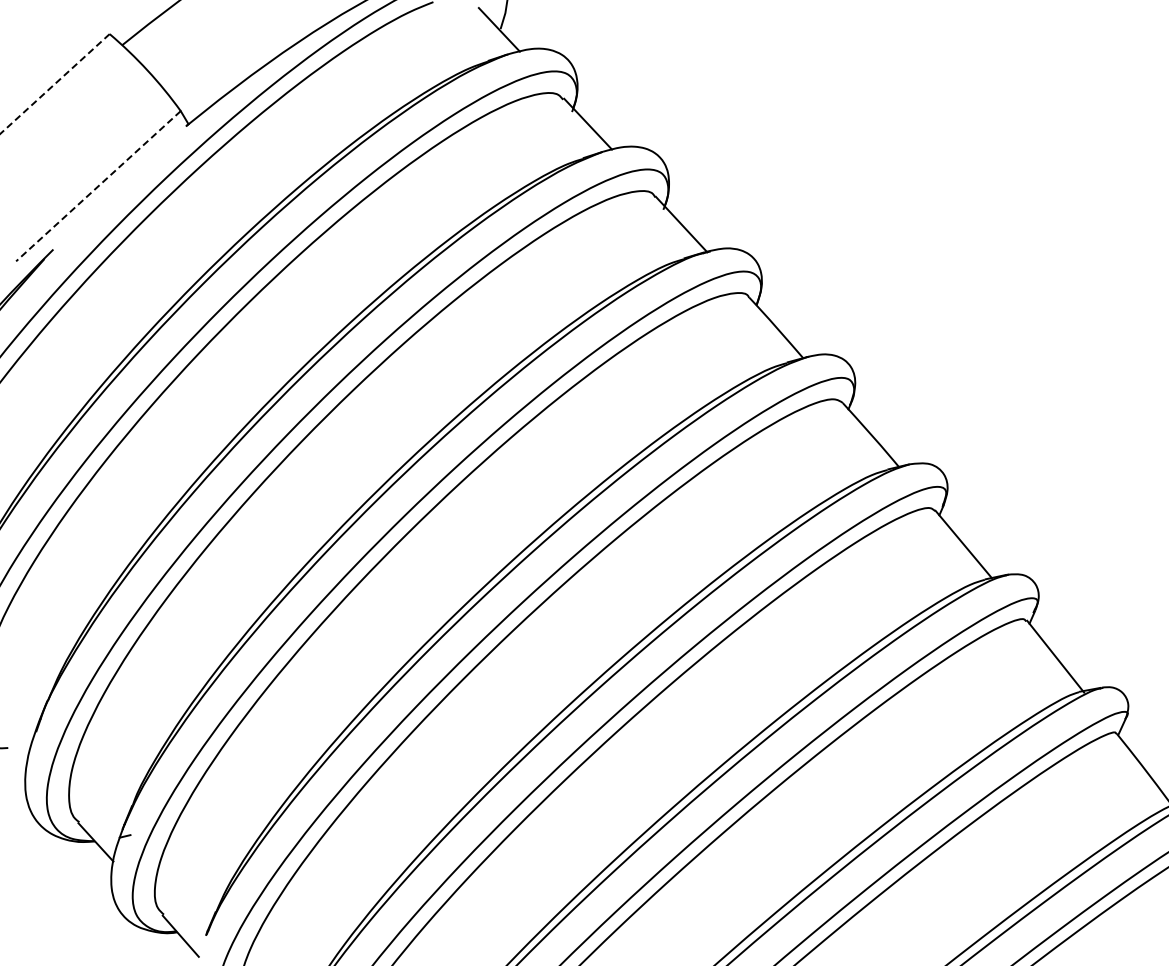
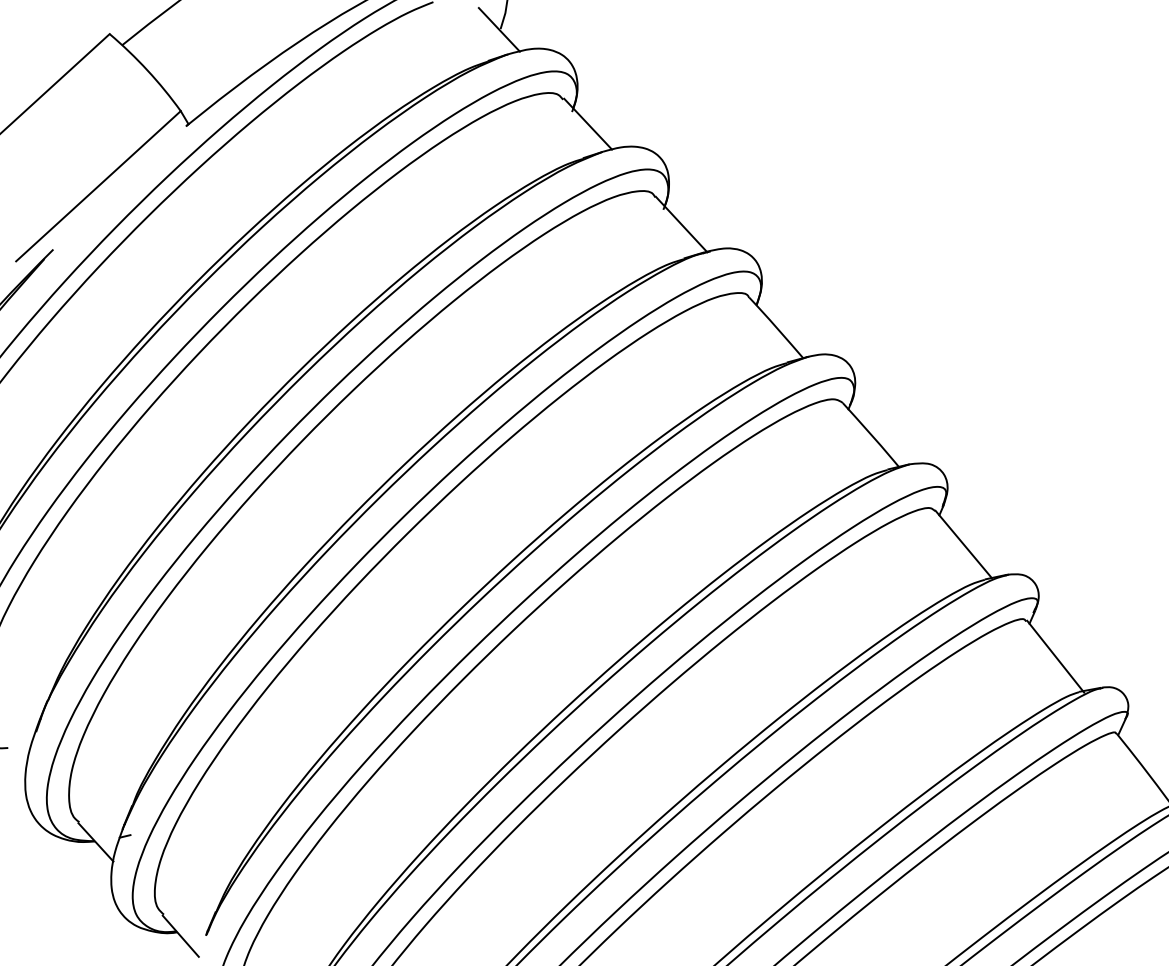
line at (55, 83): dashed -> solid
line at (98, 186): dashed -> solid
